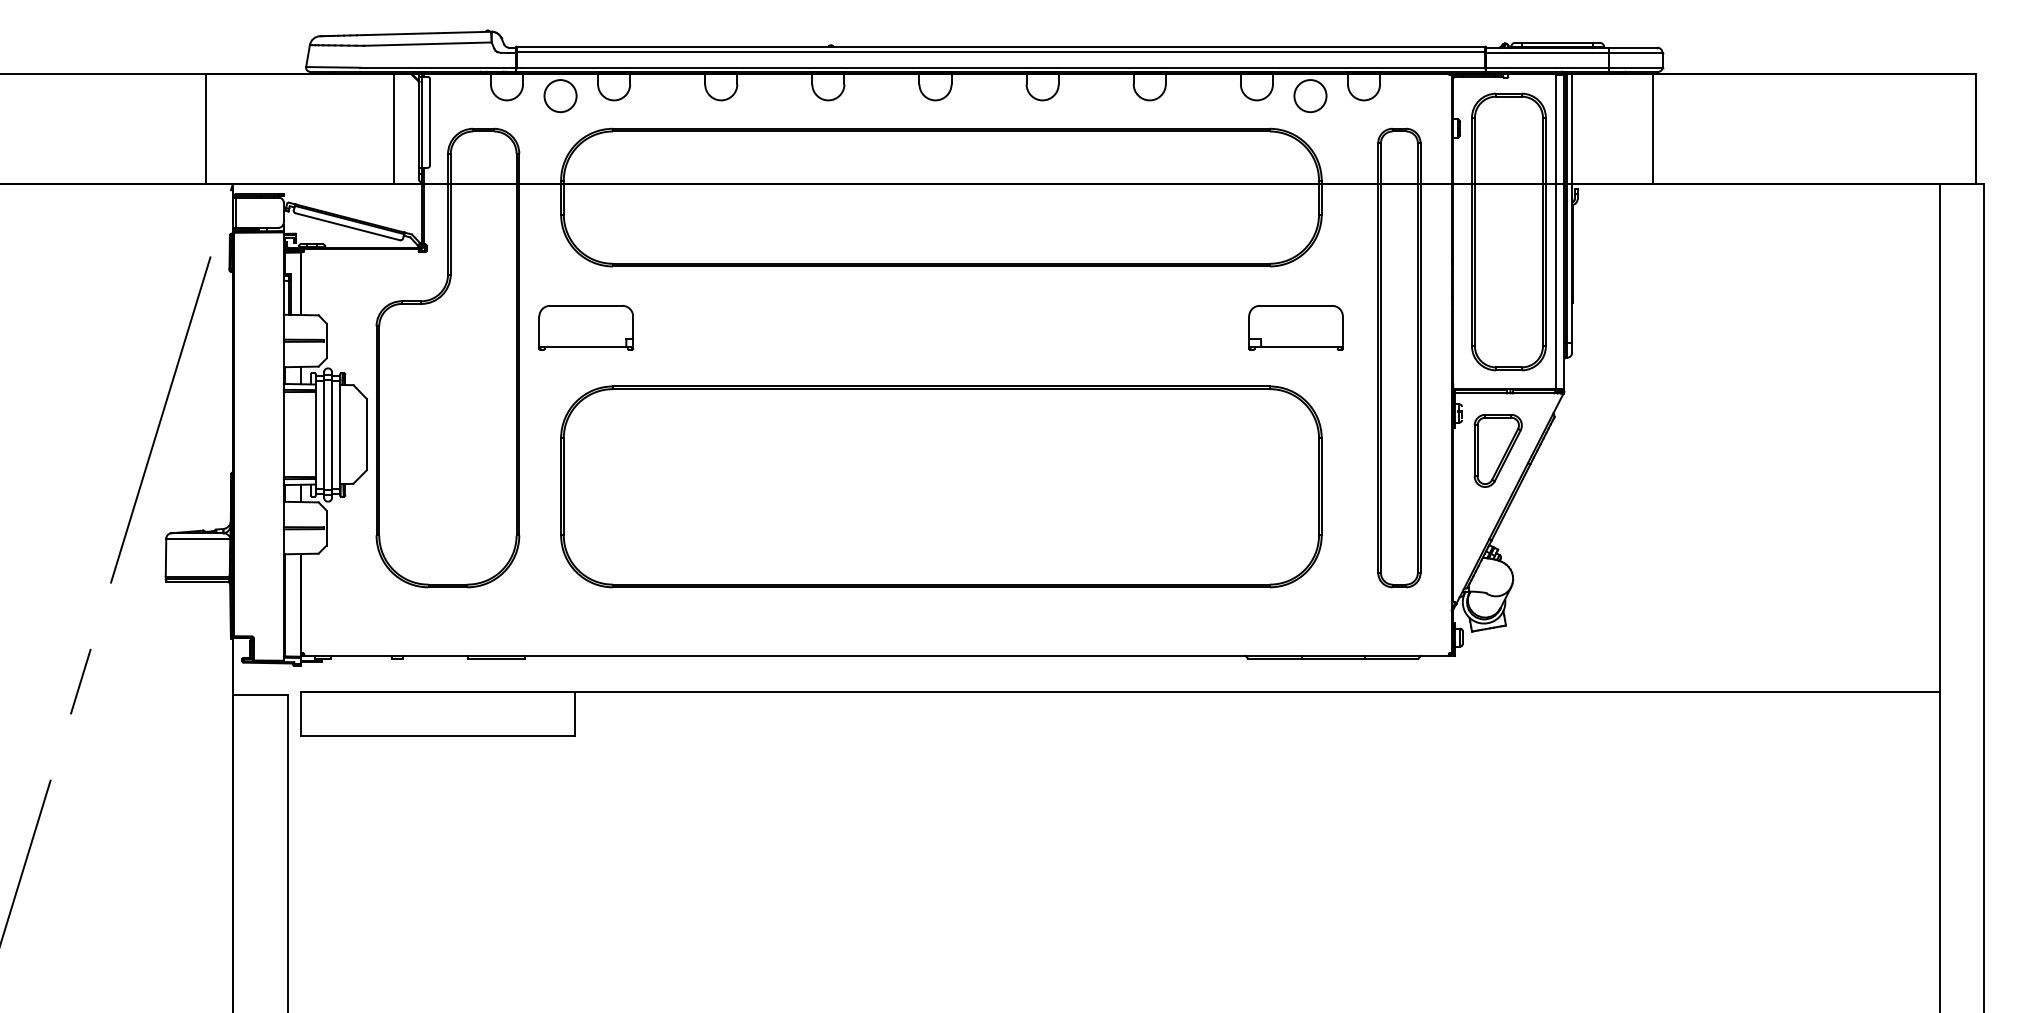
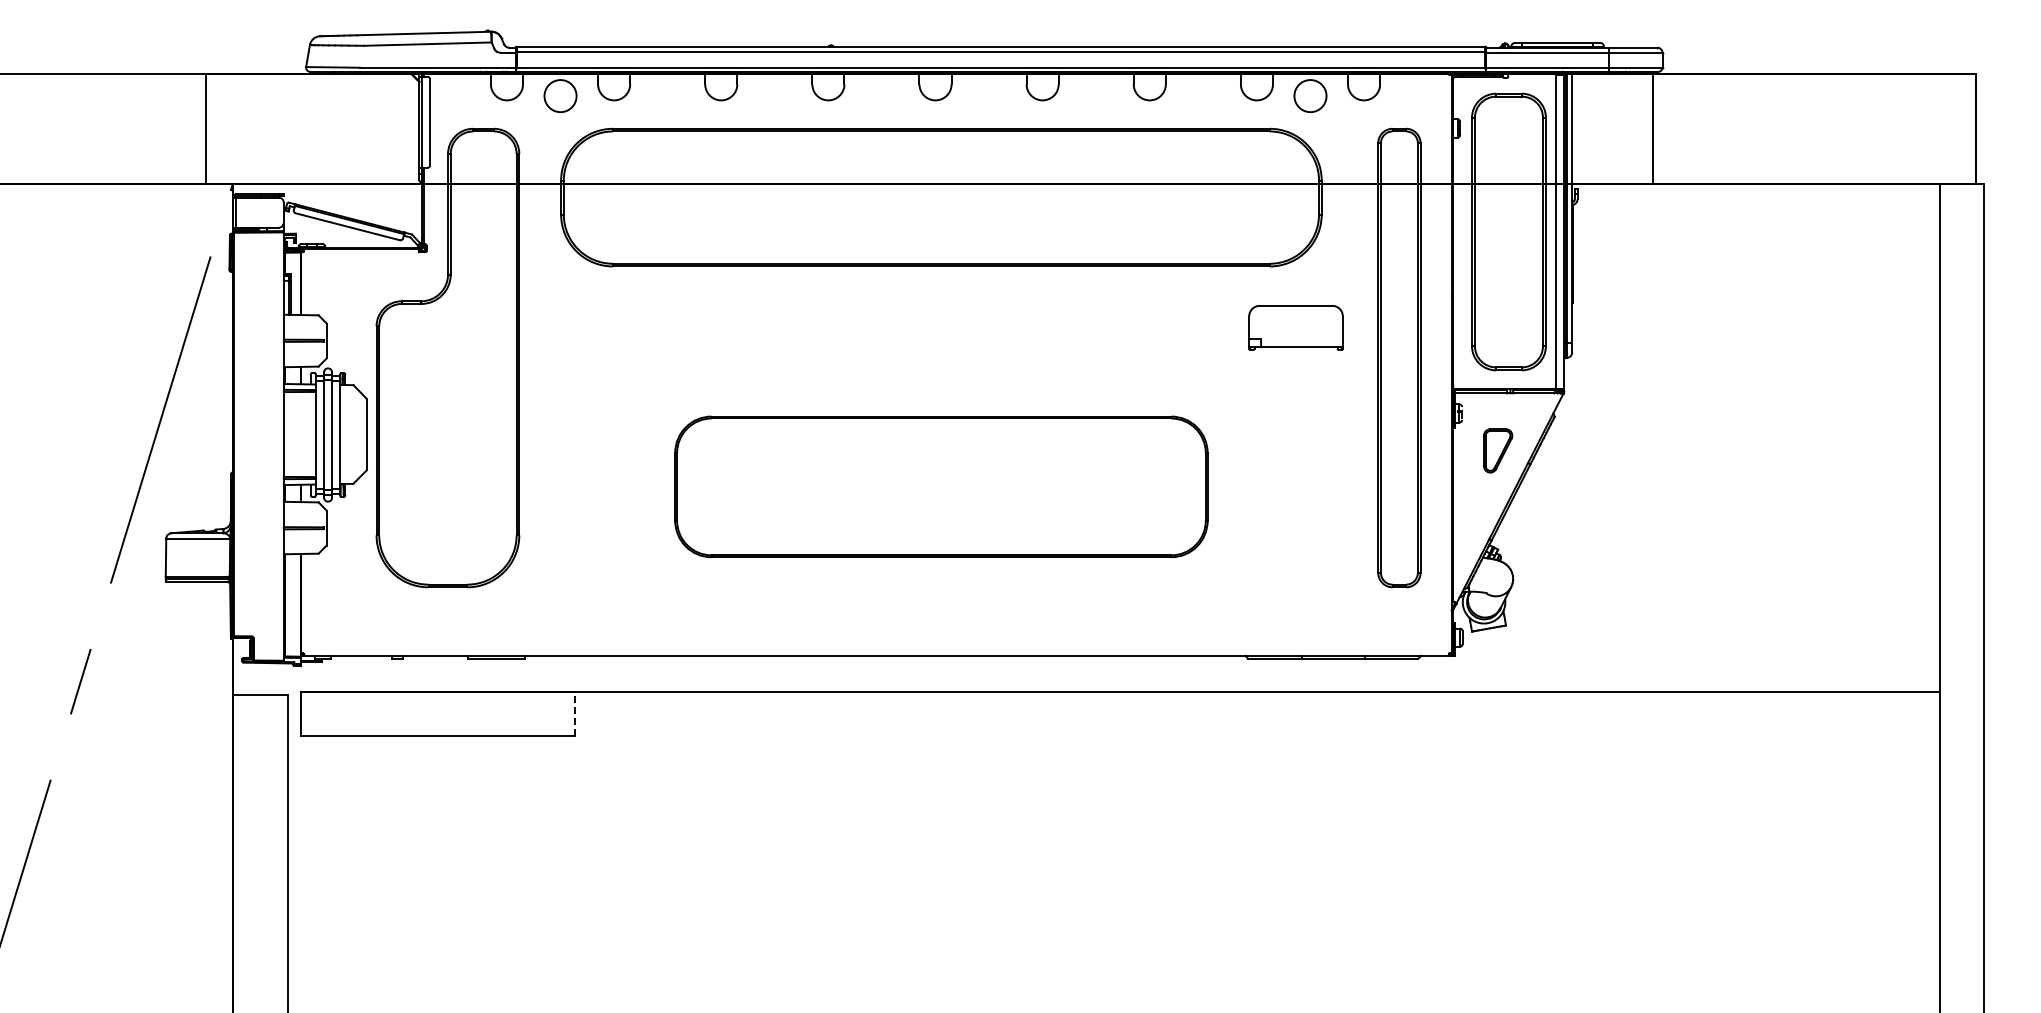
line at (394, 128): present -> none
part at (585, 327): present -> none
part at (1497, 450) size: 50x74 px -> 31x46 px
part at (941, 486) size: 763x204 px -> 535x144 px
line at (574, 714): solid -> dashed
